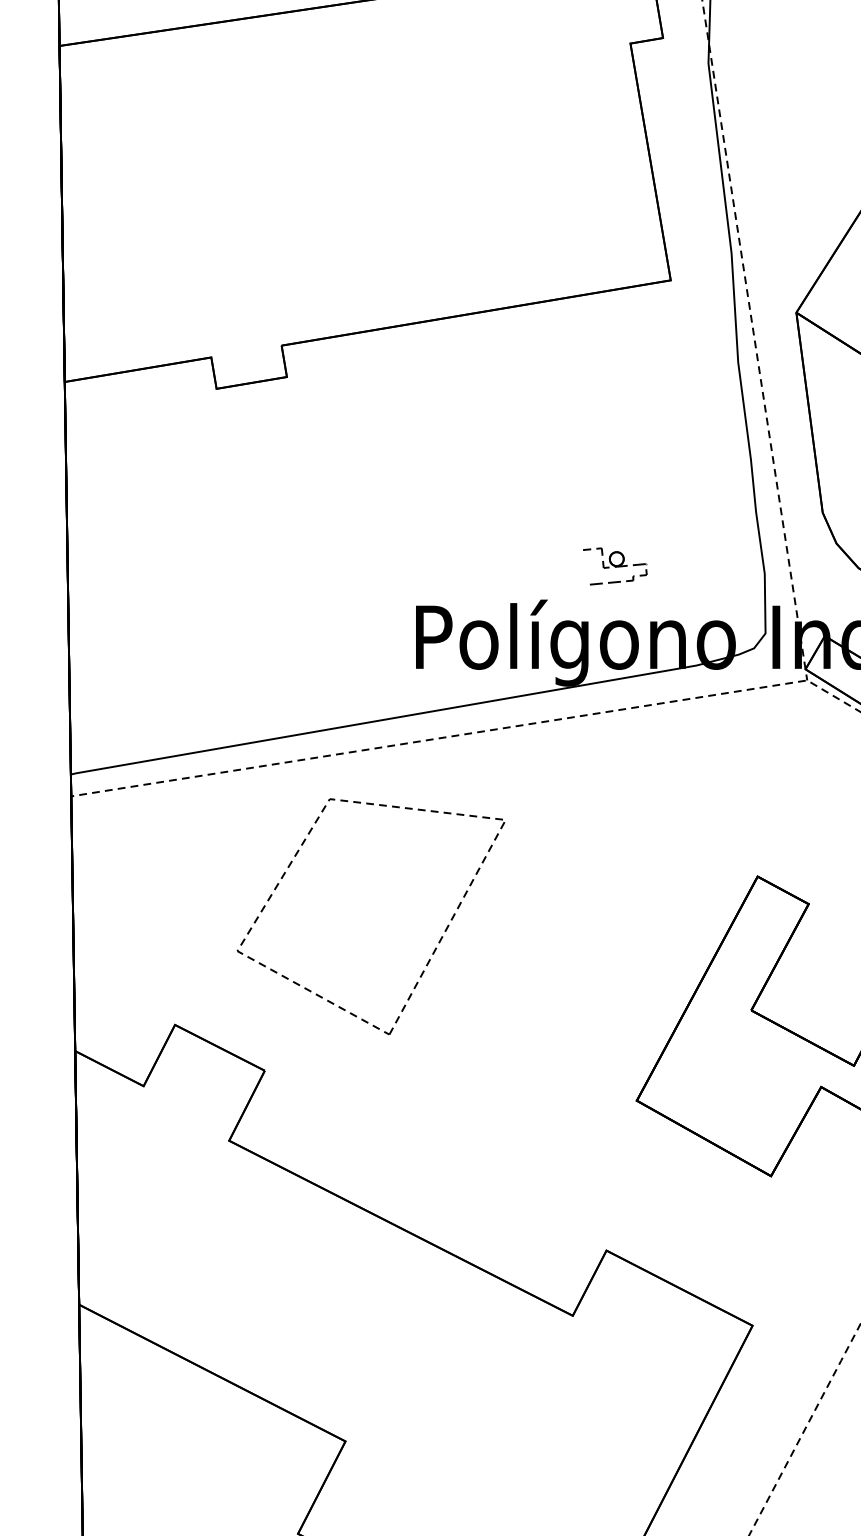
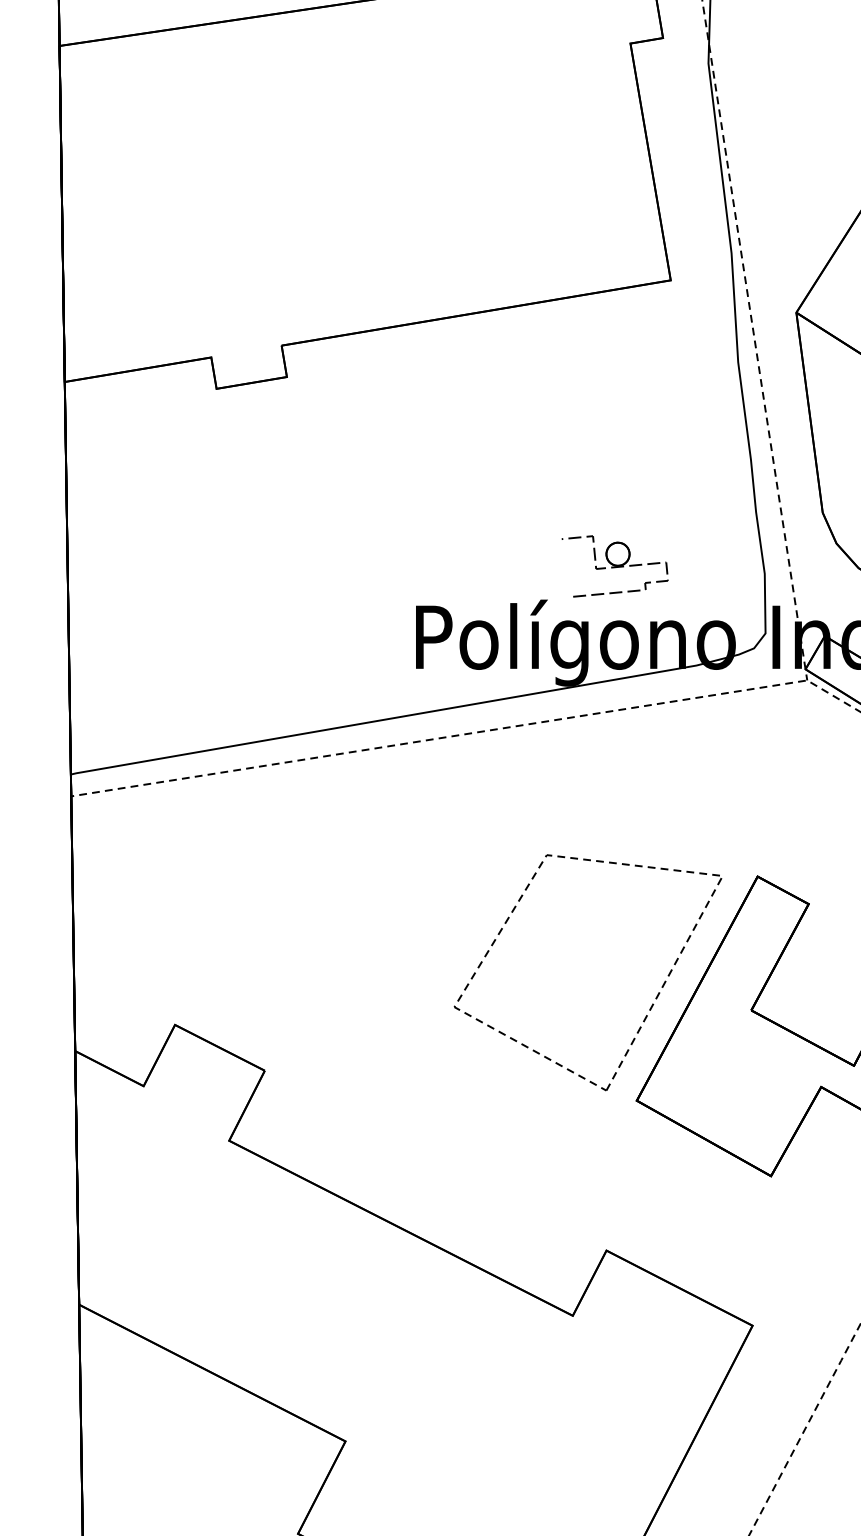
part at (615, 566) size: 65x39 px -> 108x63 px
part at (432, 952) position: (432, 952) -> (649, 1008)
